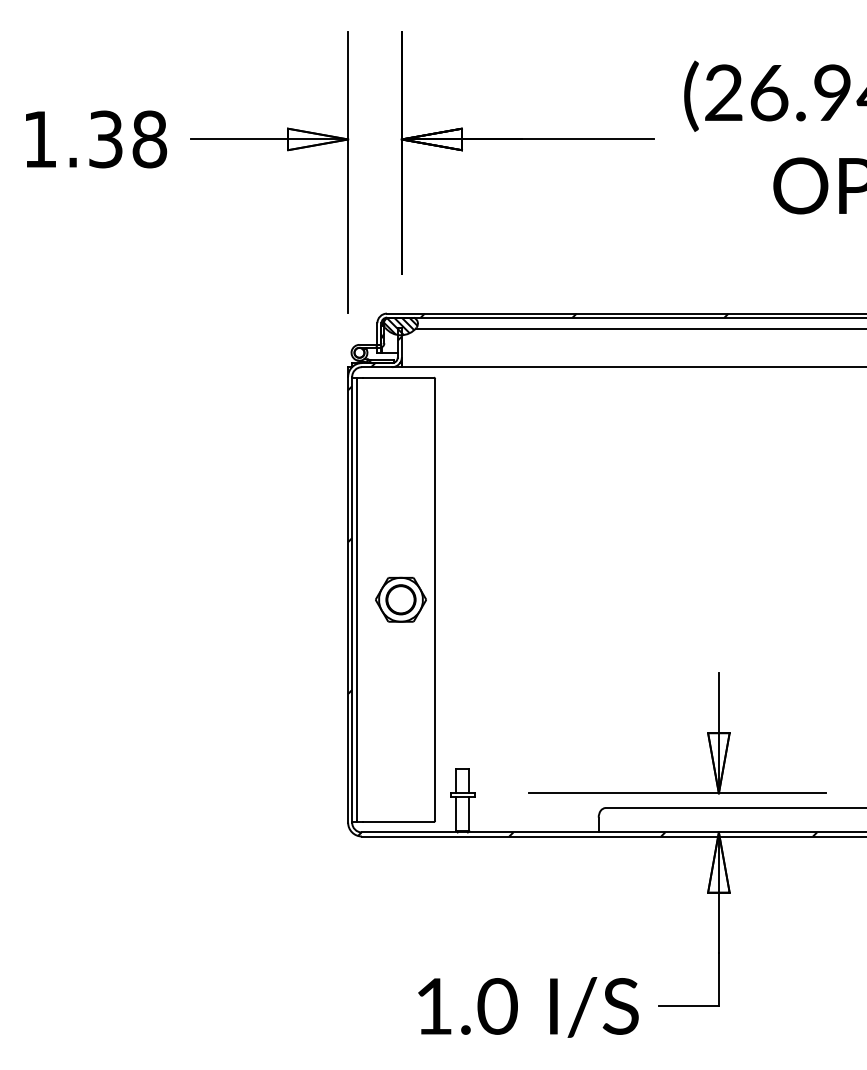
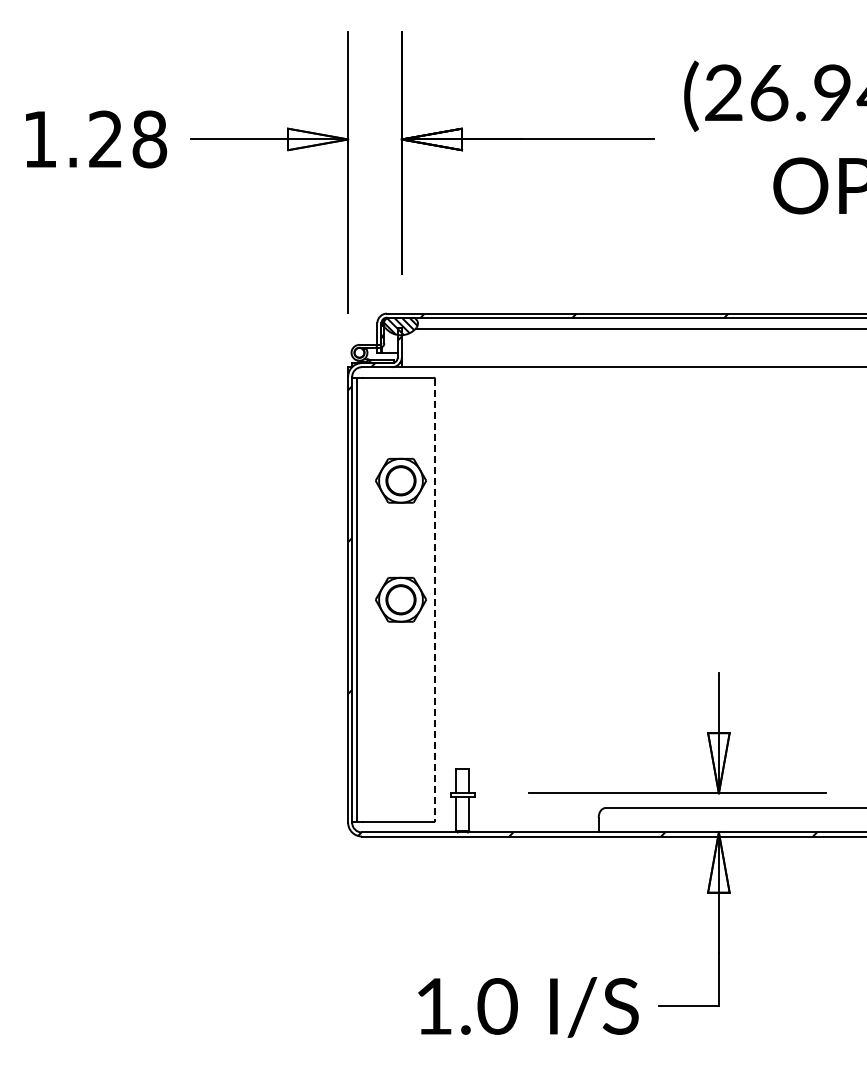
text at (105, 139): 1.38 -> 1.28
part at (400, 480): none -> present
line at (435, 599): solid -> dashed
